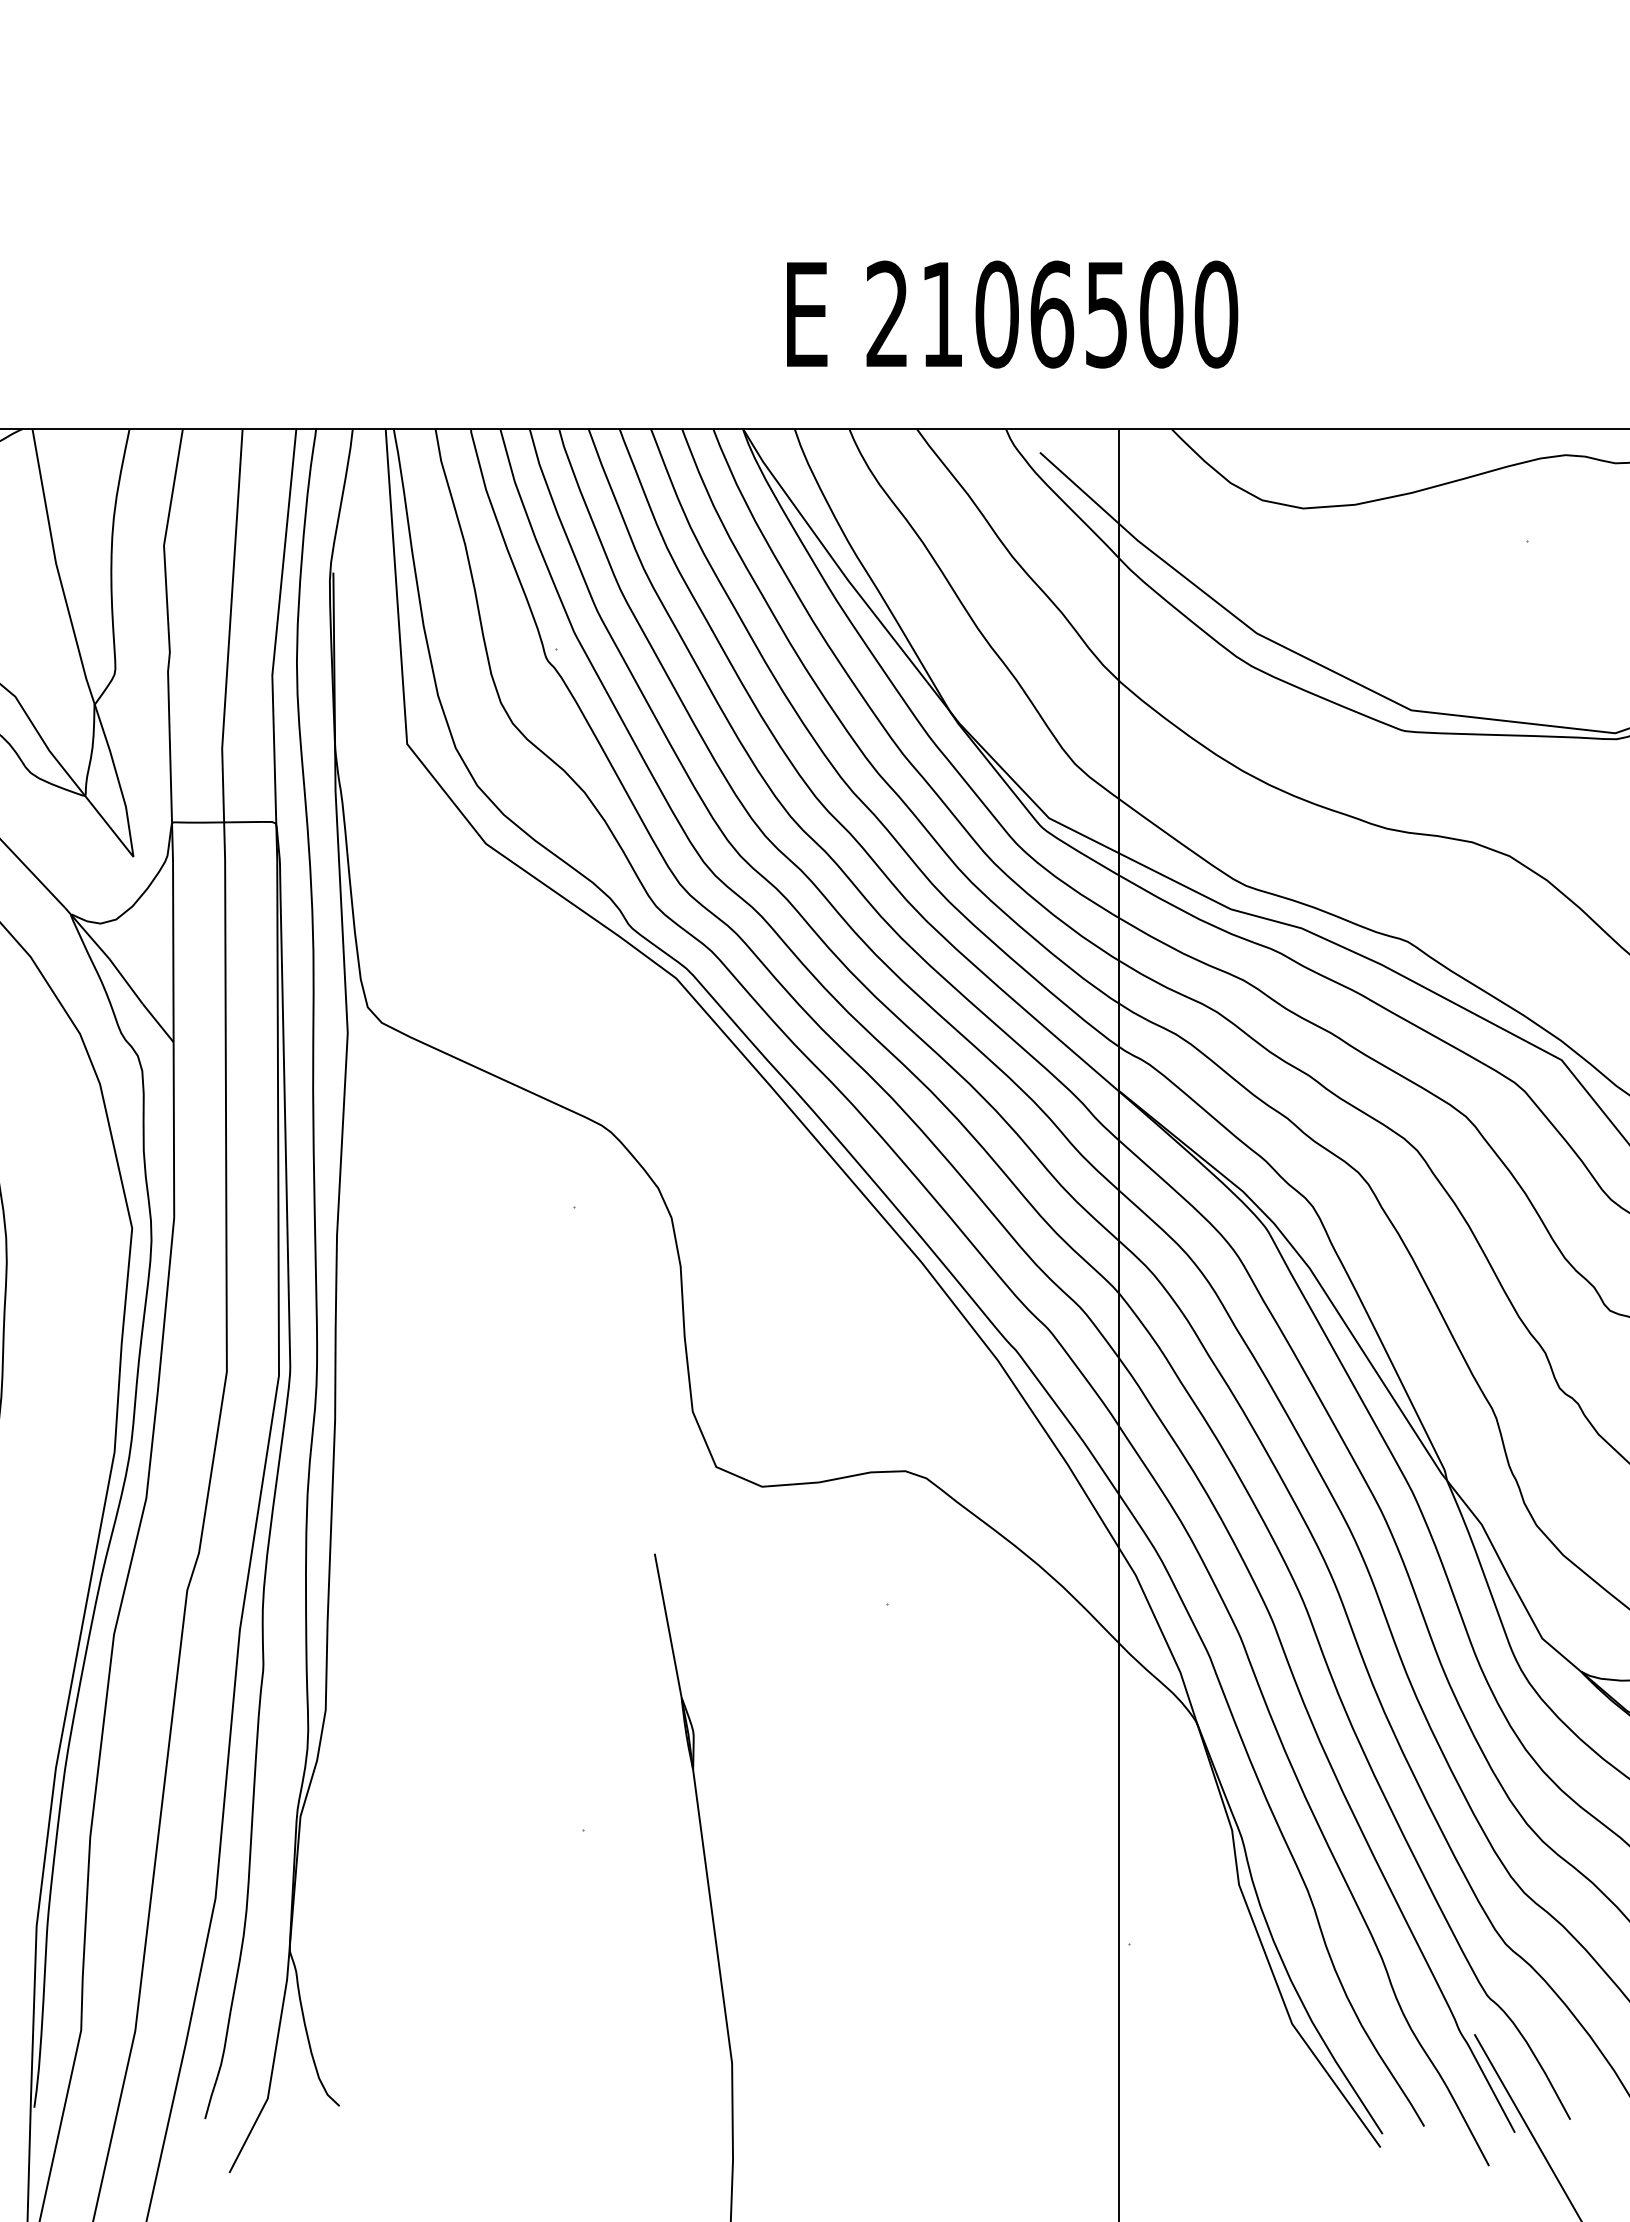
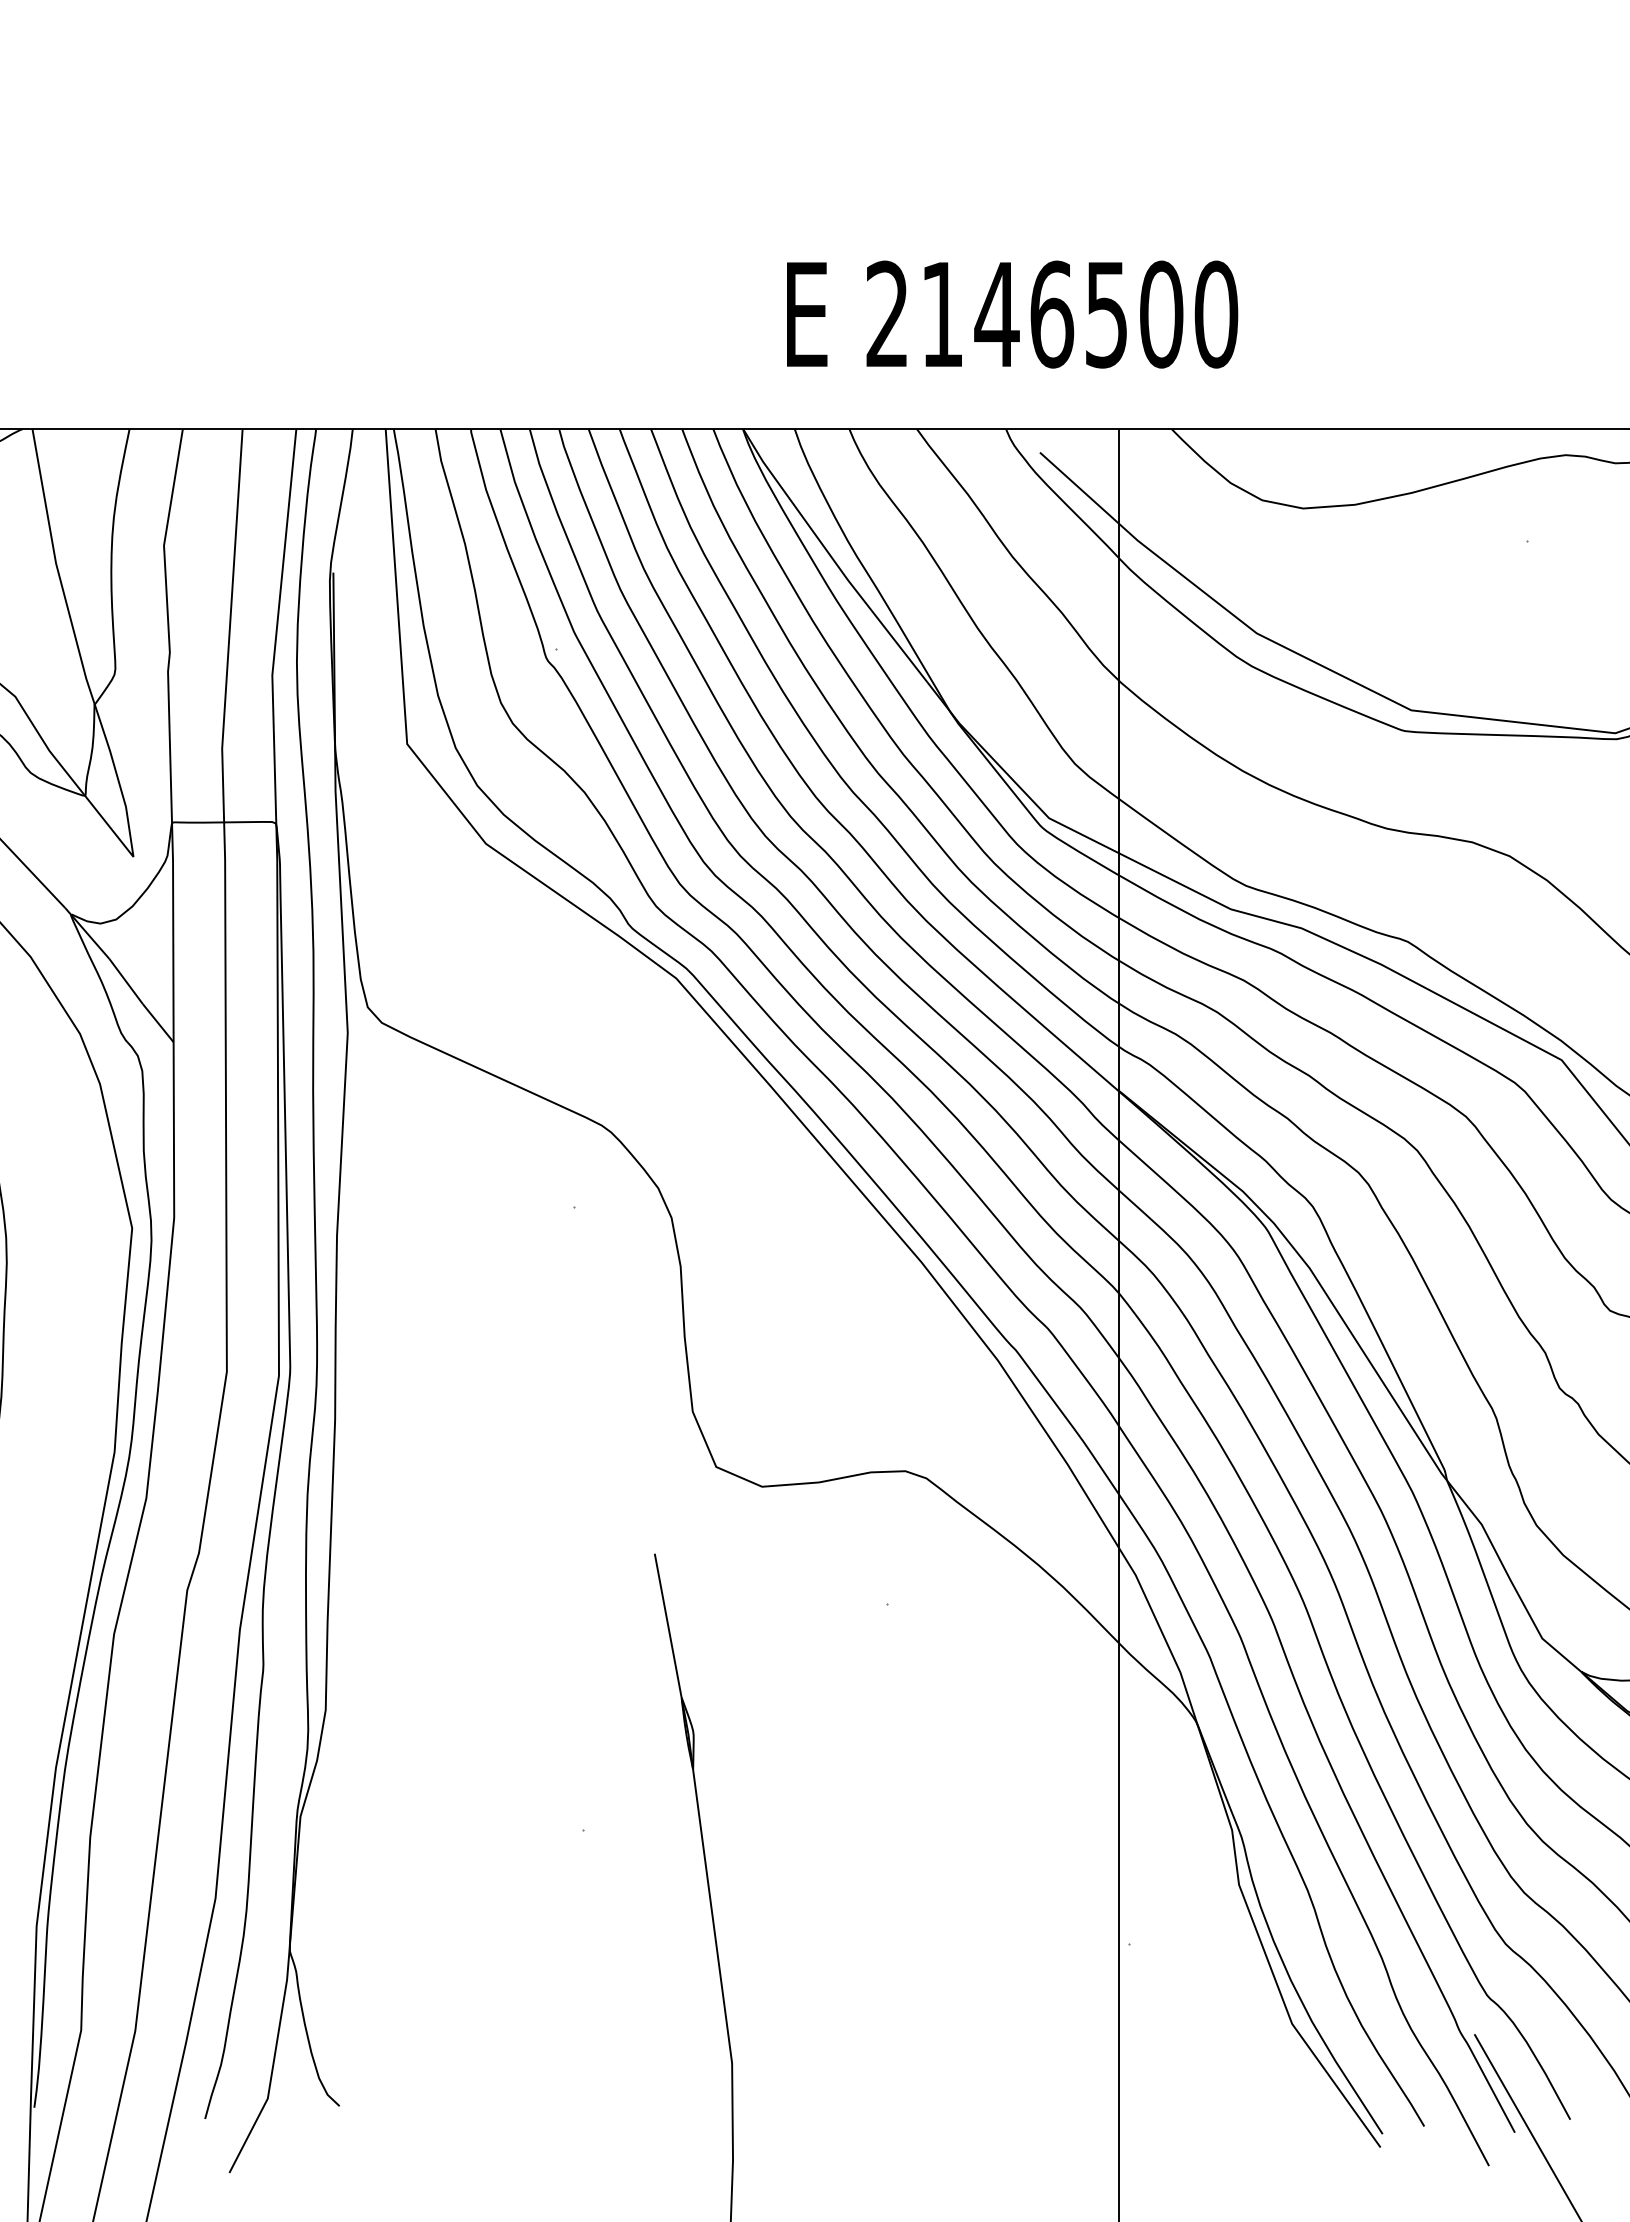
text at (996, 314): 2106500 -> 2146500
